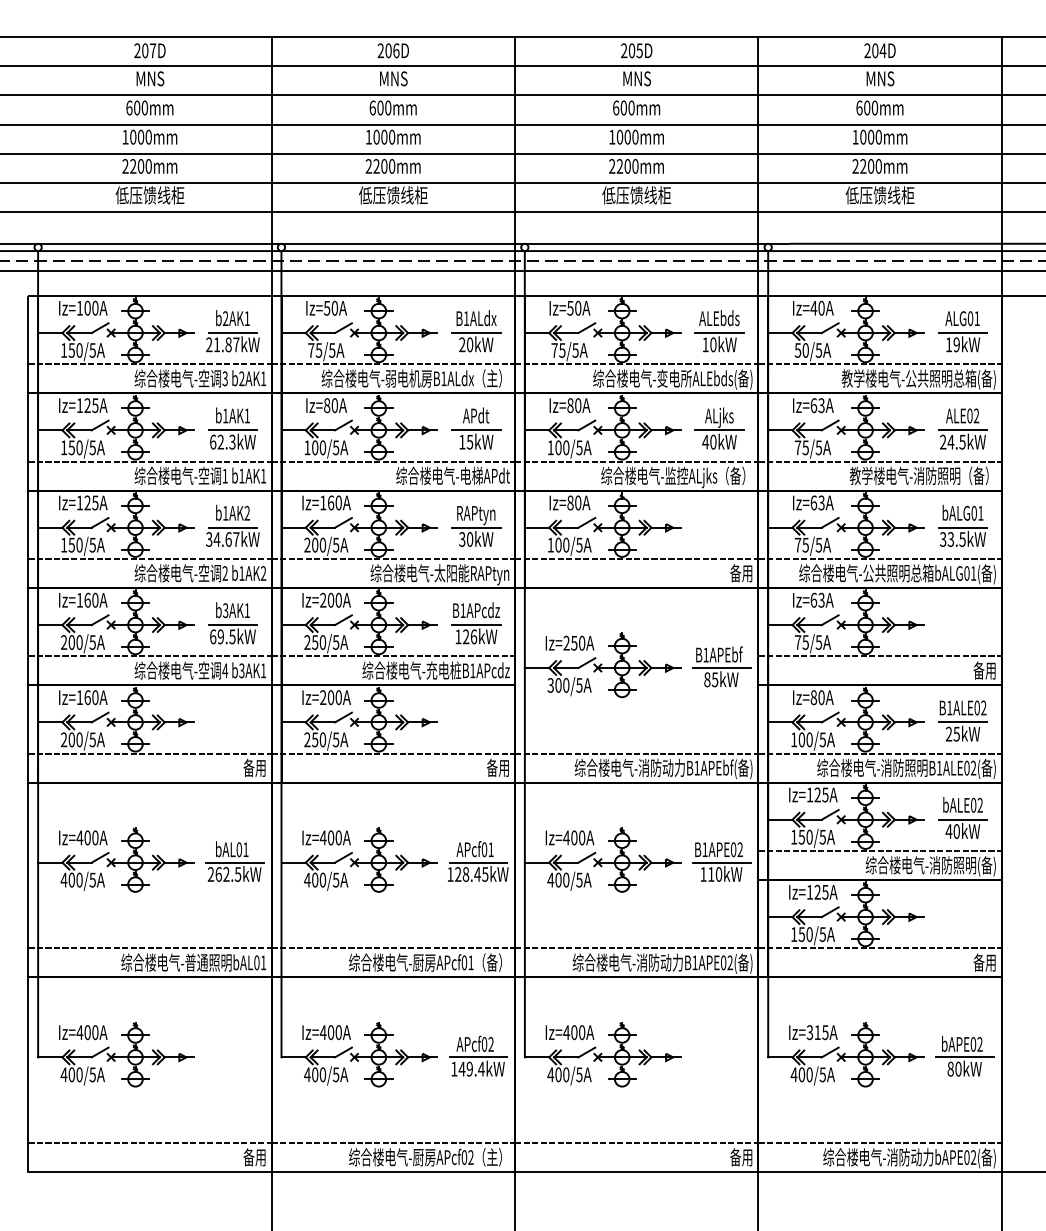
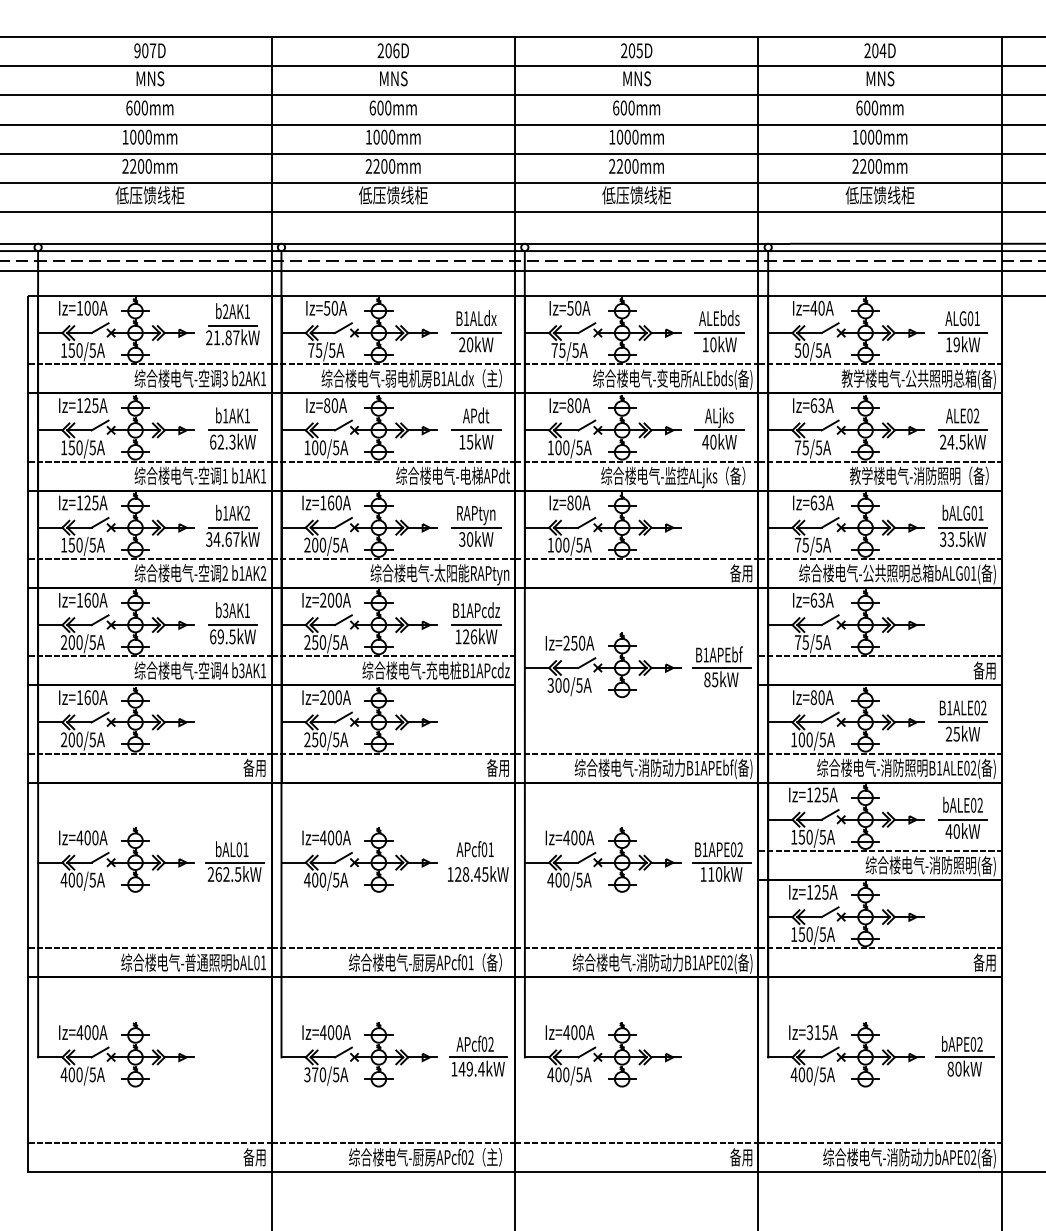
text at (137, 51): 207D -> 907D
part at (232, 331) position: (232, 331) -> (232, 324)
line at (478, 862): present -> none
text at (311, 1074): 400/5A -> 370/5A
